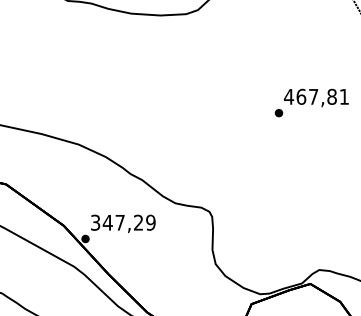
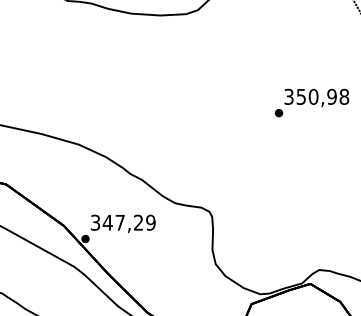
text at (316, 96): 467,81 -> 350,98
